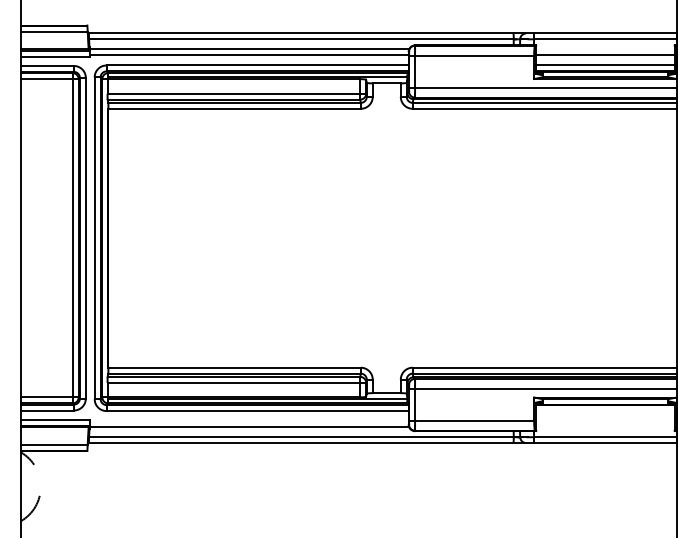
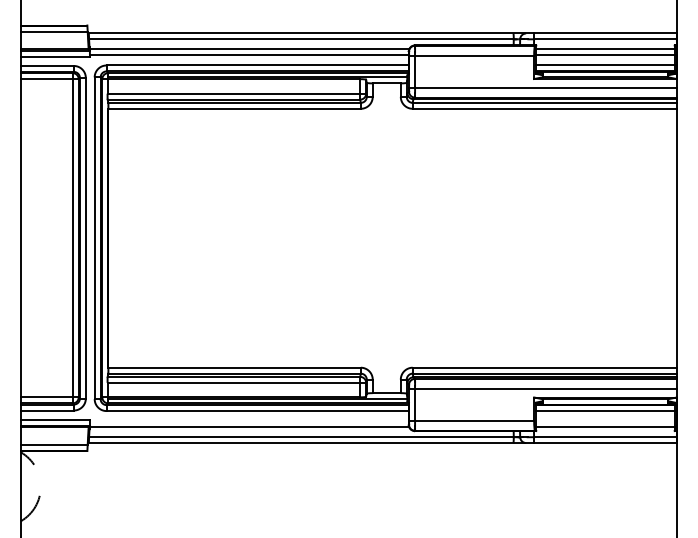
line at (605, 49): none -> present
line at (605, 411): none -> present
line at (605, 427): none -> present
